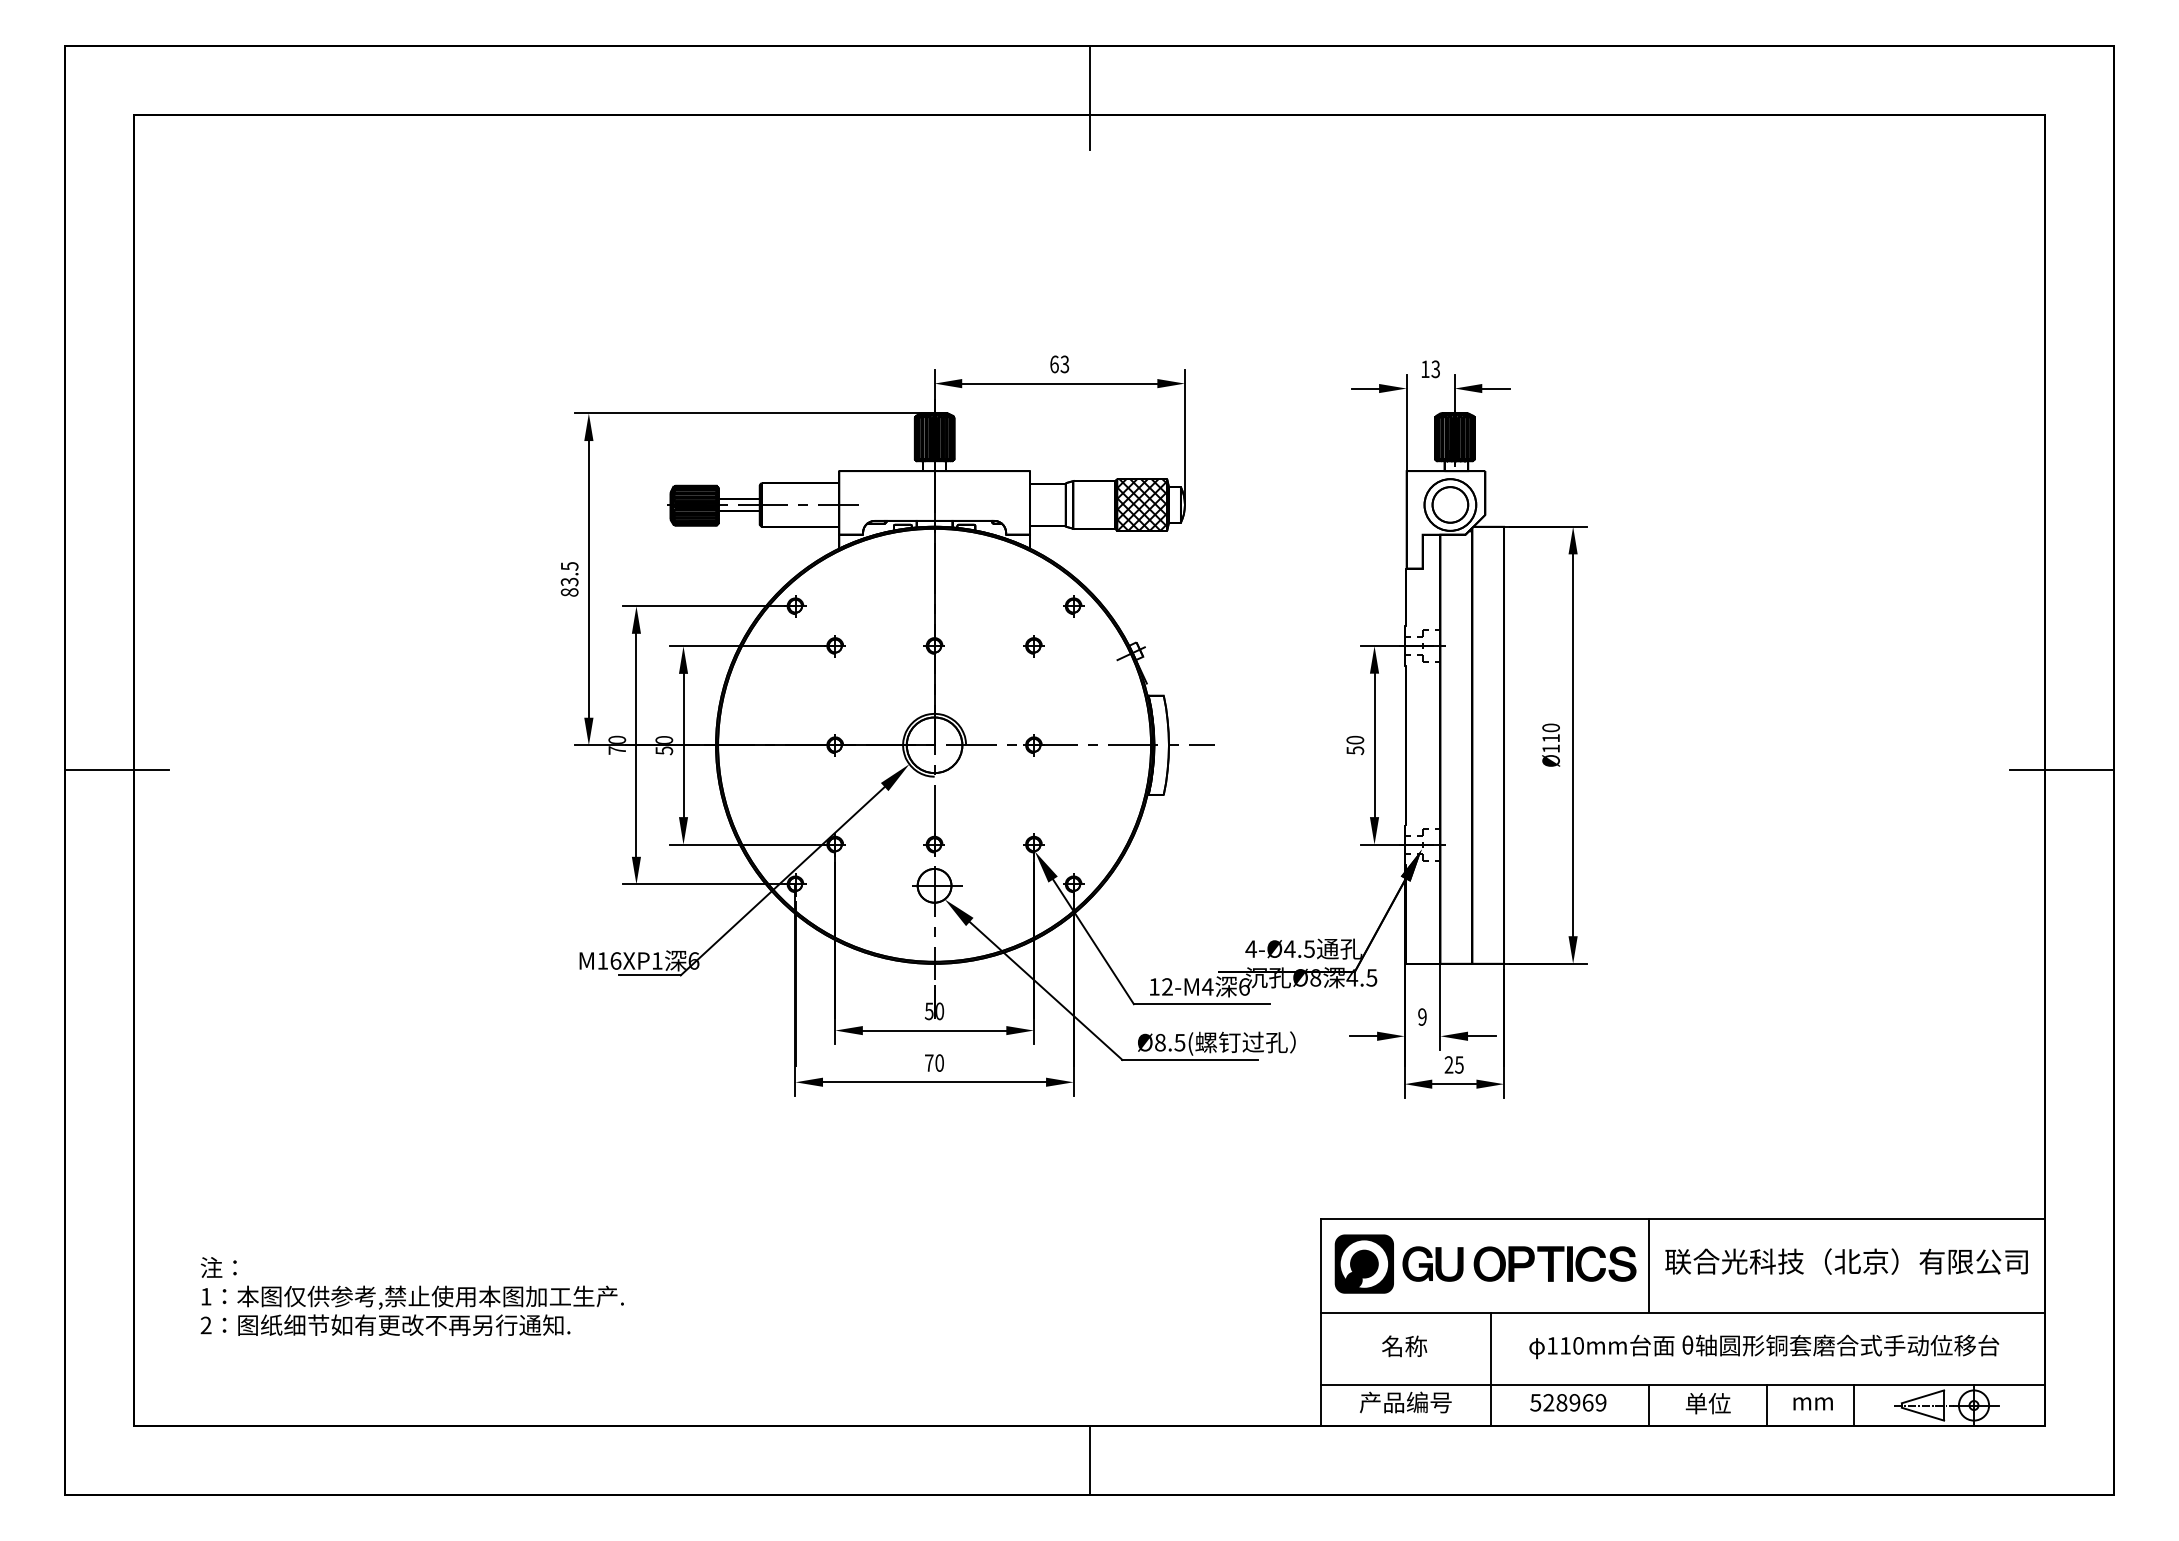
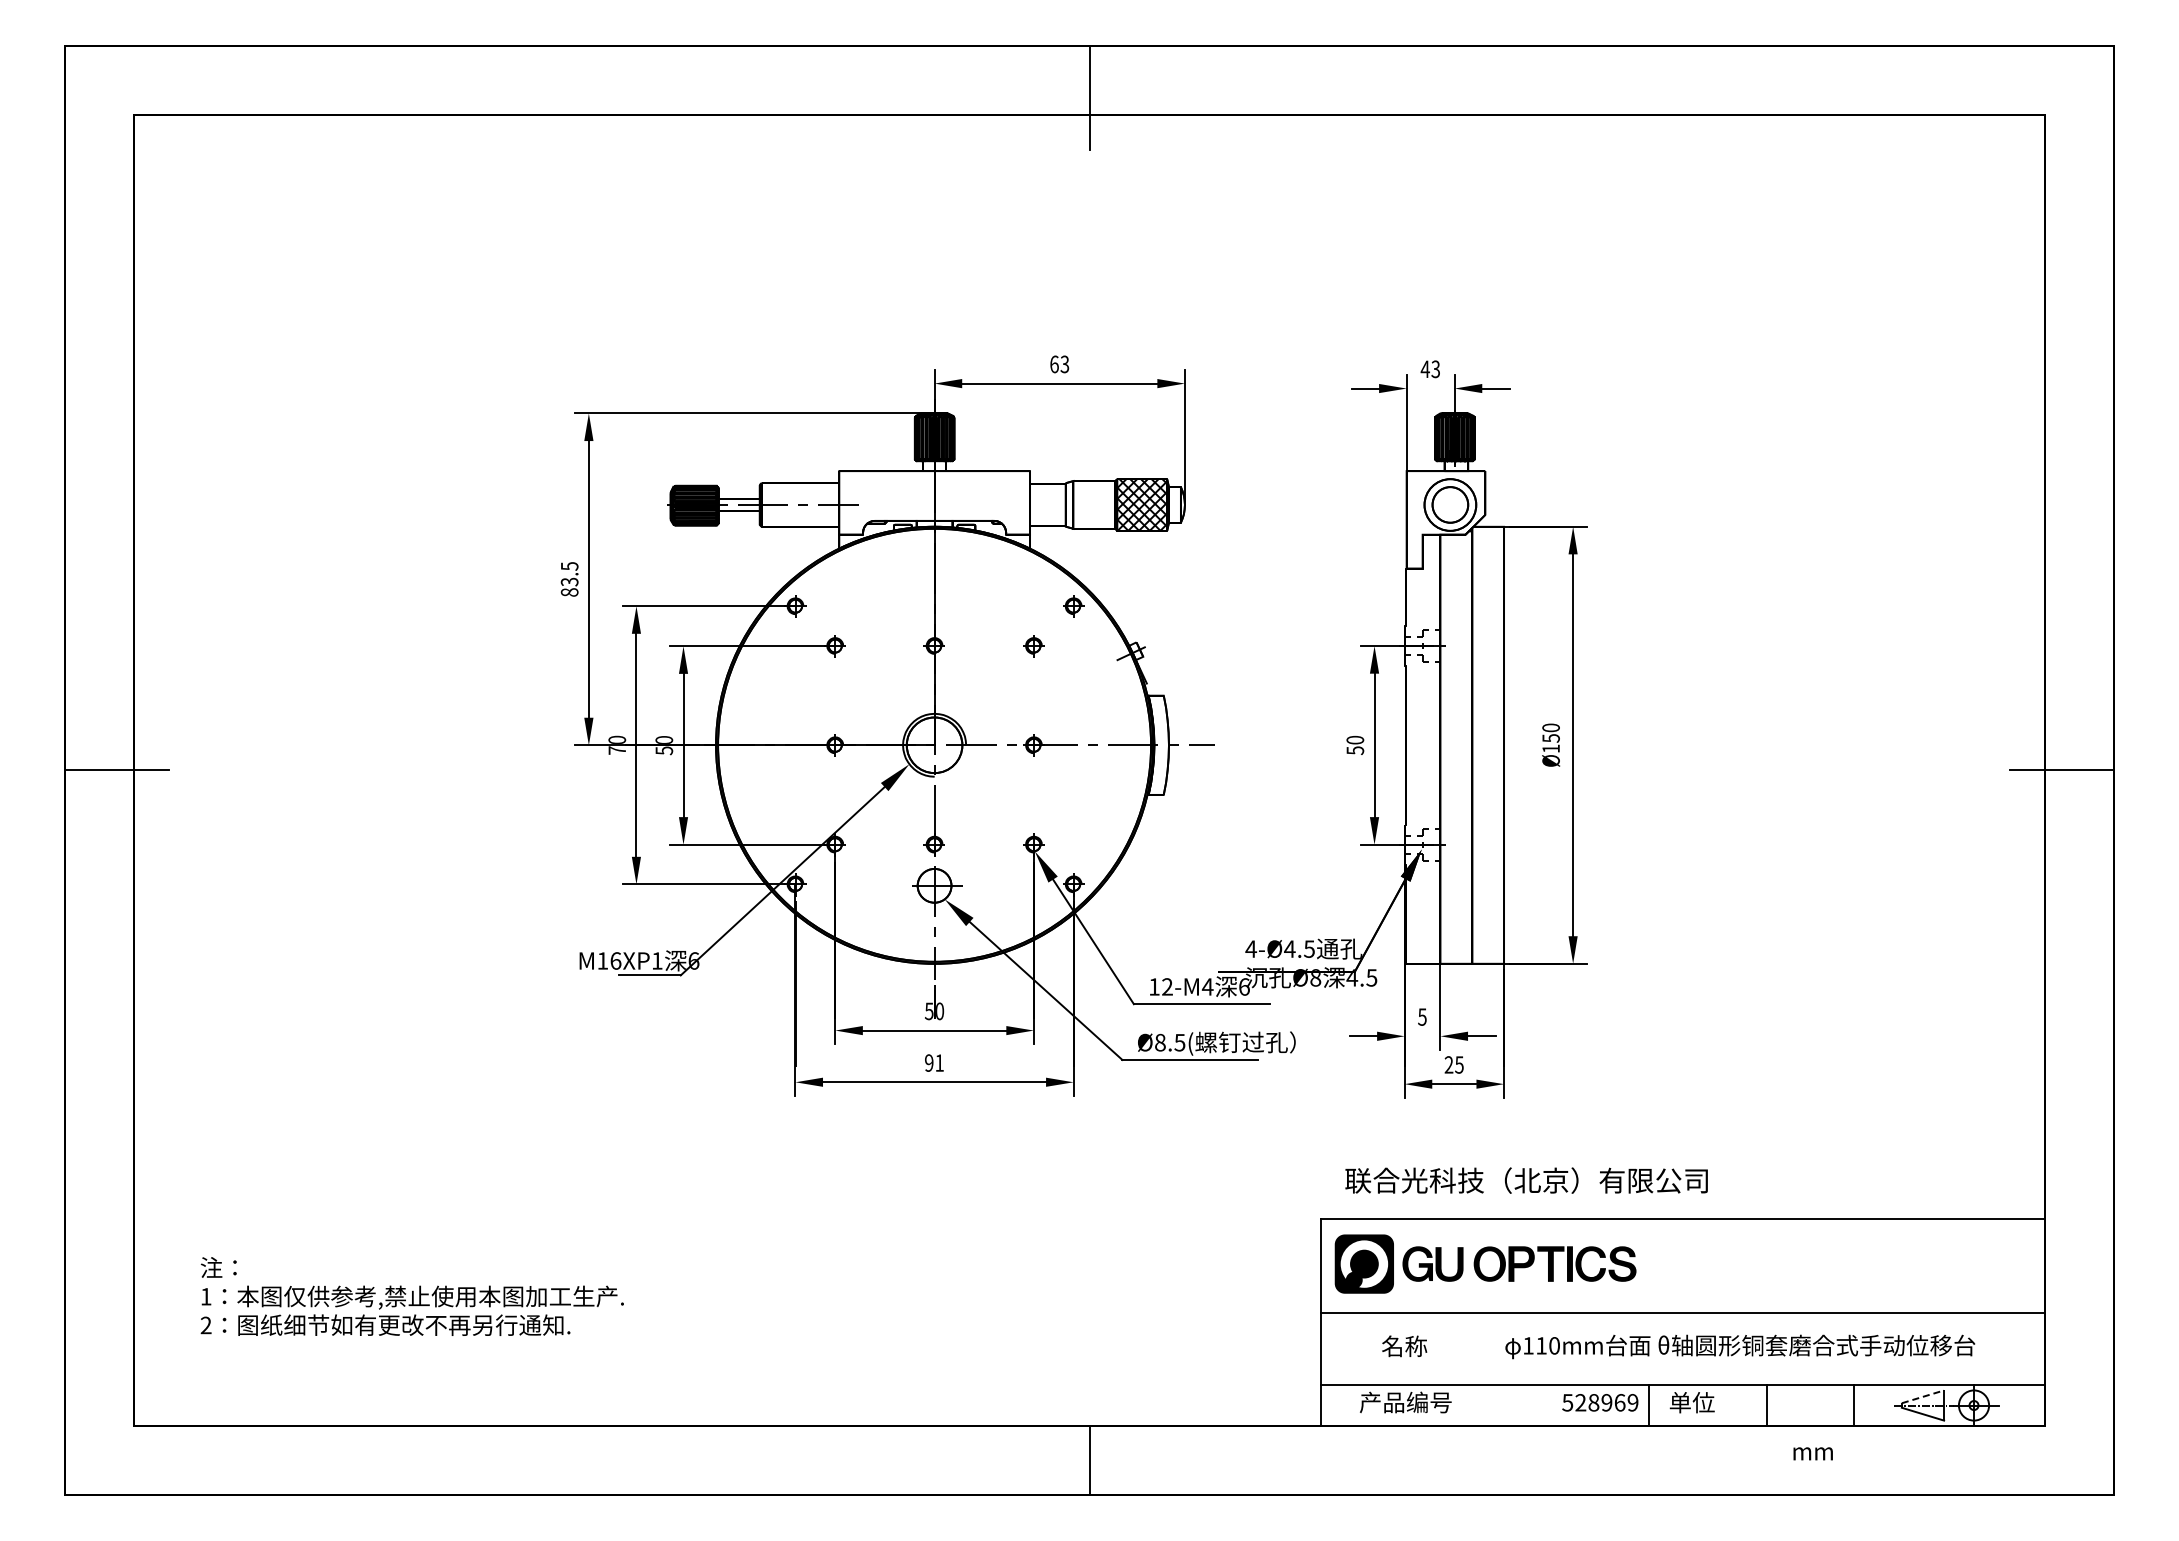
text at (1424, 368): 13 -> 43
text at (1550, 738): Ø110 -> Ø150
text at (1422, 1016): 9 -> 5
text at (934, 1062): 70 -> 91
text at (1846, 1261) position: (1846, 1261) -> (1526, 1180)
line at (1649, 1265): present -> none
text at (1764, 1346) position: (1764, 1346) -> (1740, 1346)
line at (1491, 1369): present -> none
line at (1923, 1396): solid -> dashed
text at (1568, 1402) position: (1568, 1402) -> (1600, 1402)
text at (1707, 1403) position: (1707, 1403) -> (1691, 1402)
text at (1812, 1403) position: (1812, 1403) -> (1812, 1453)
